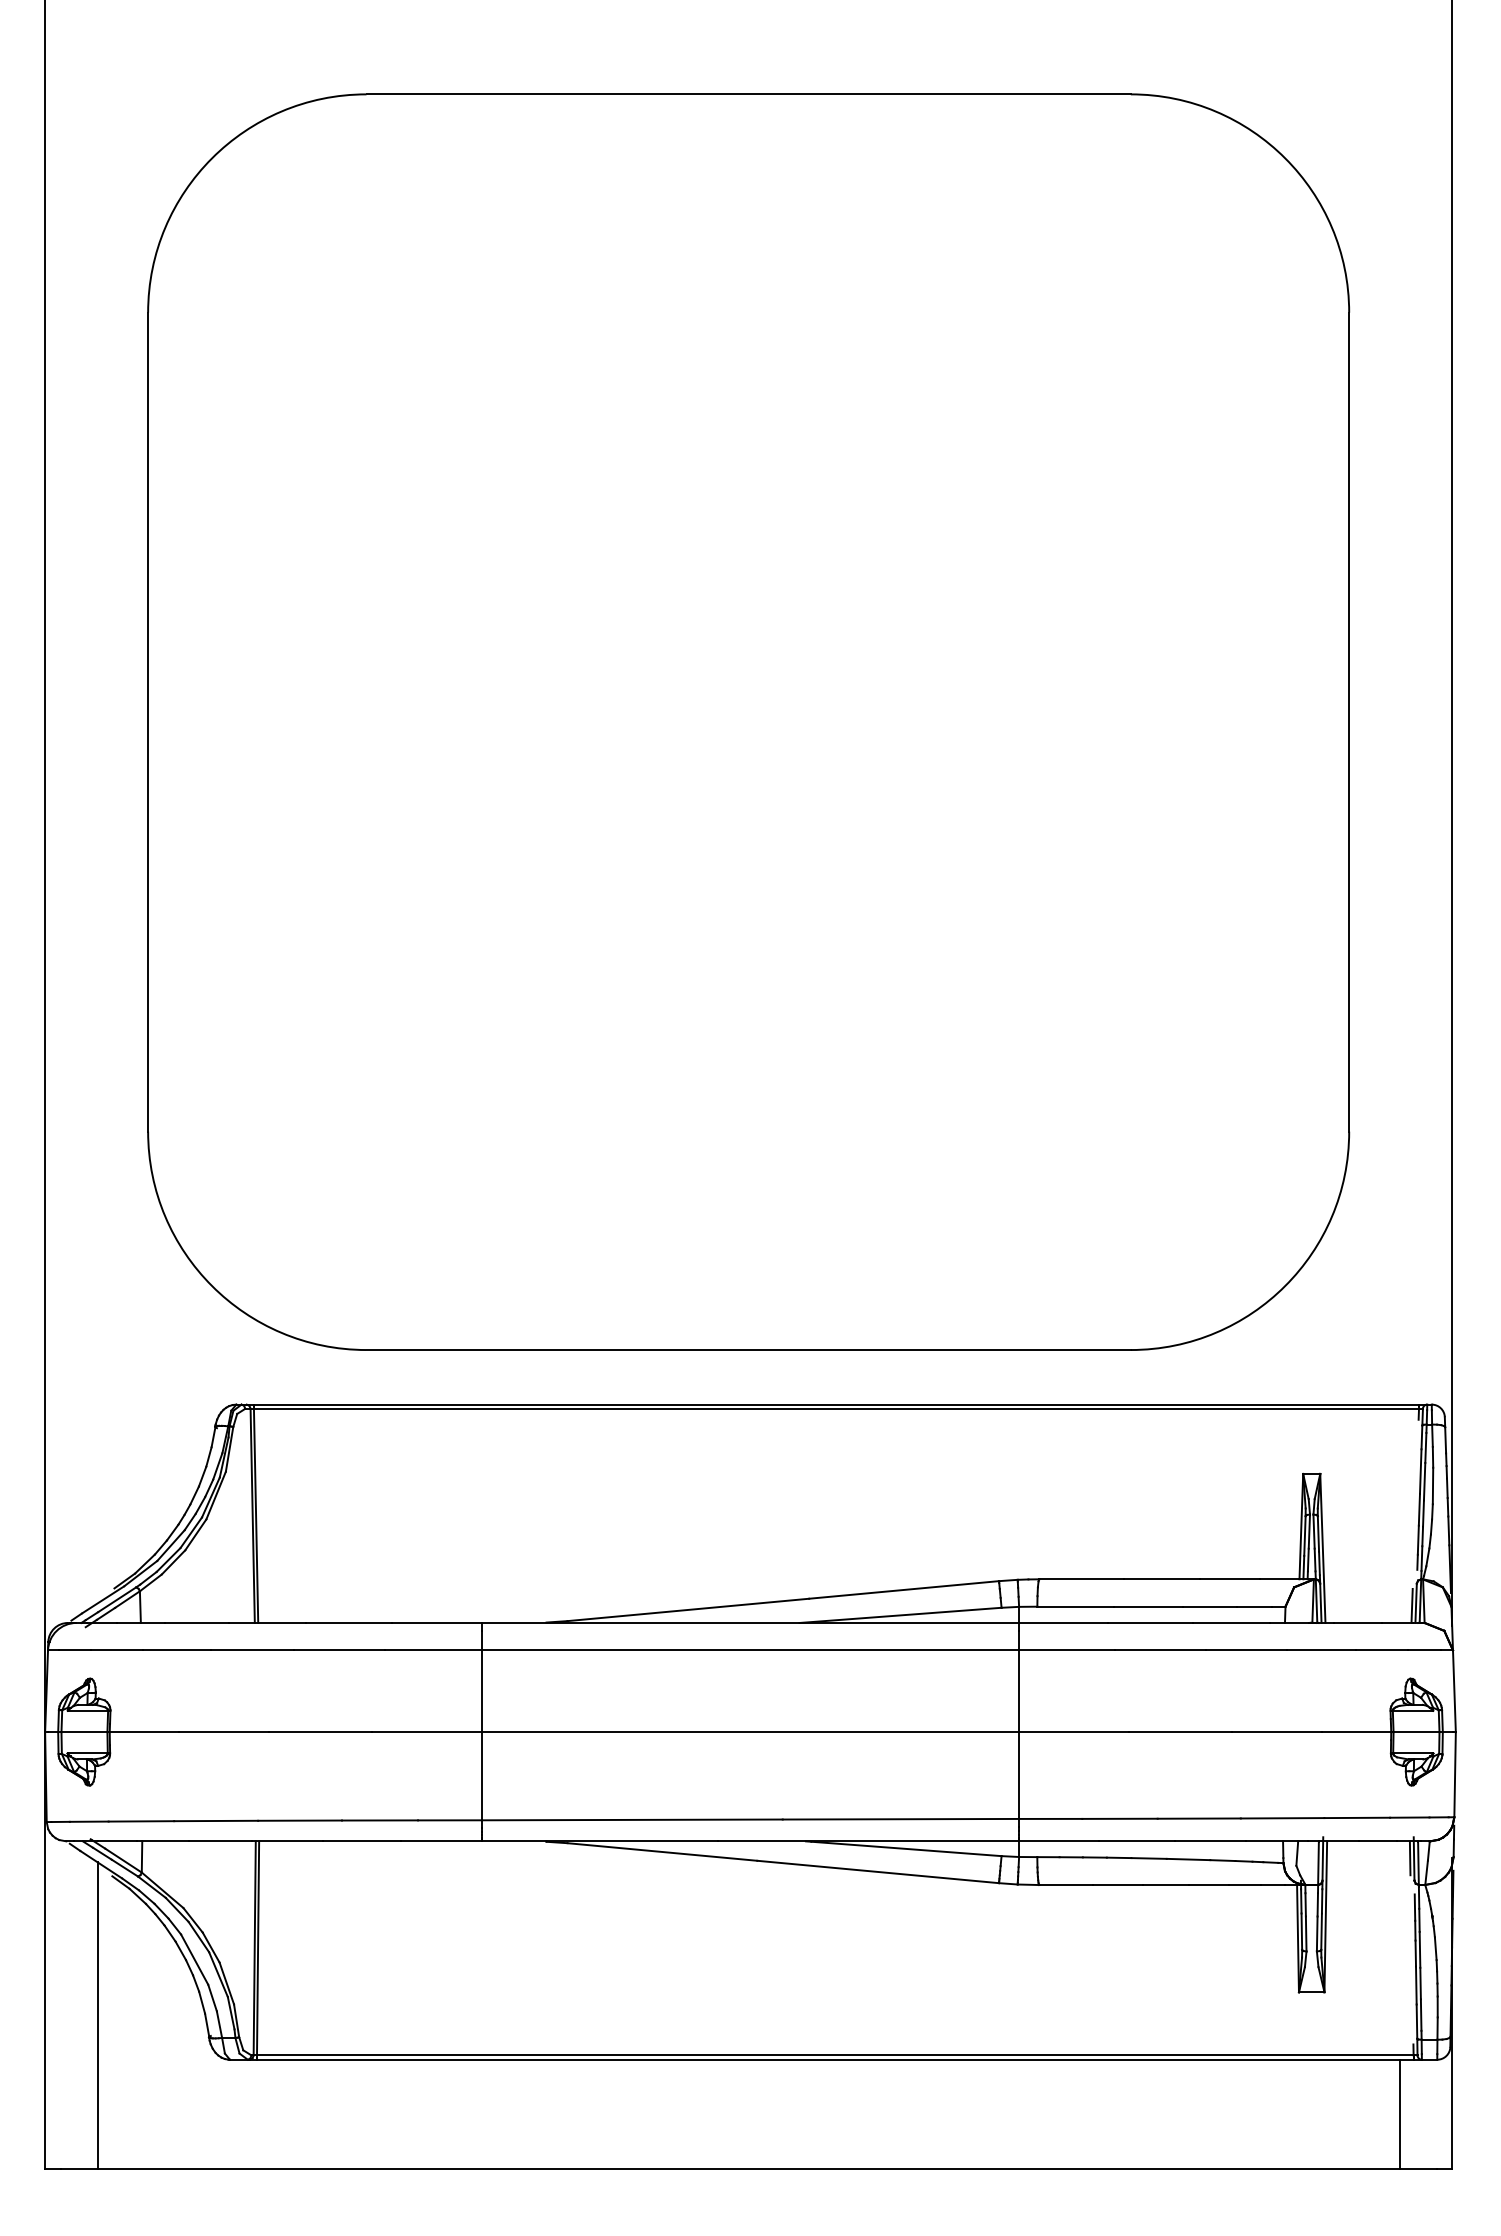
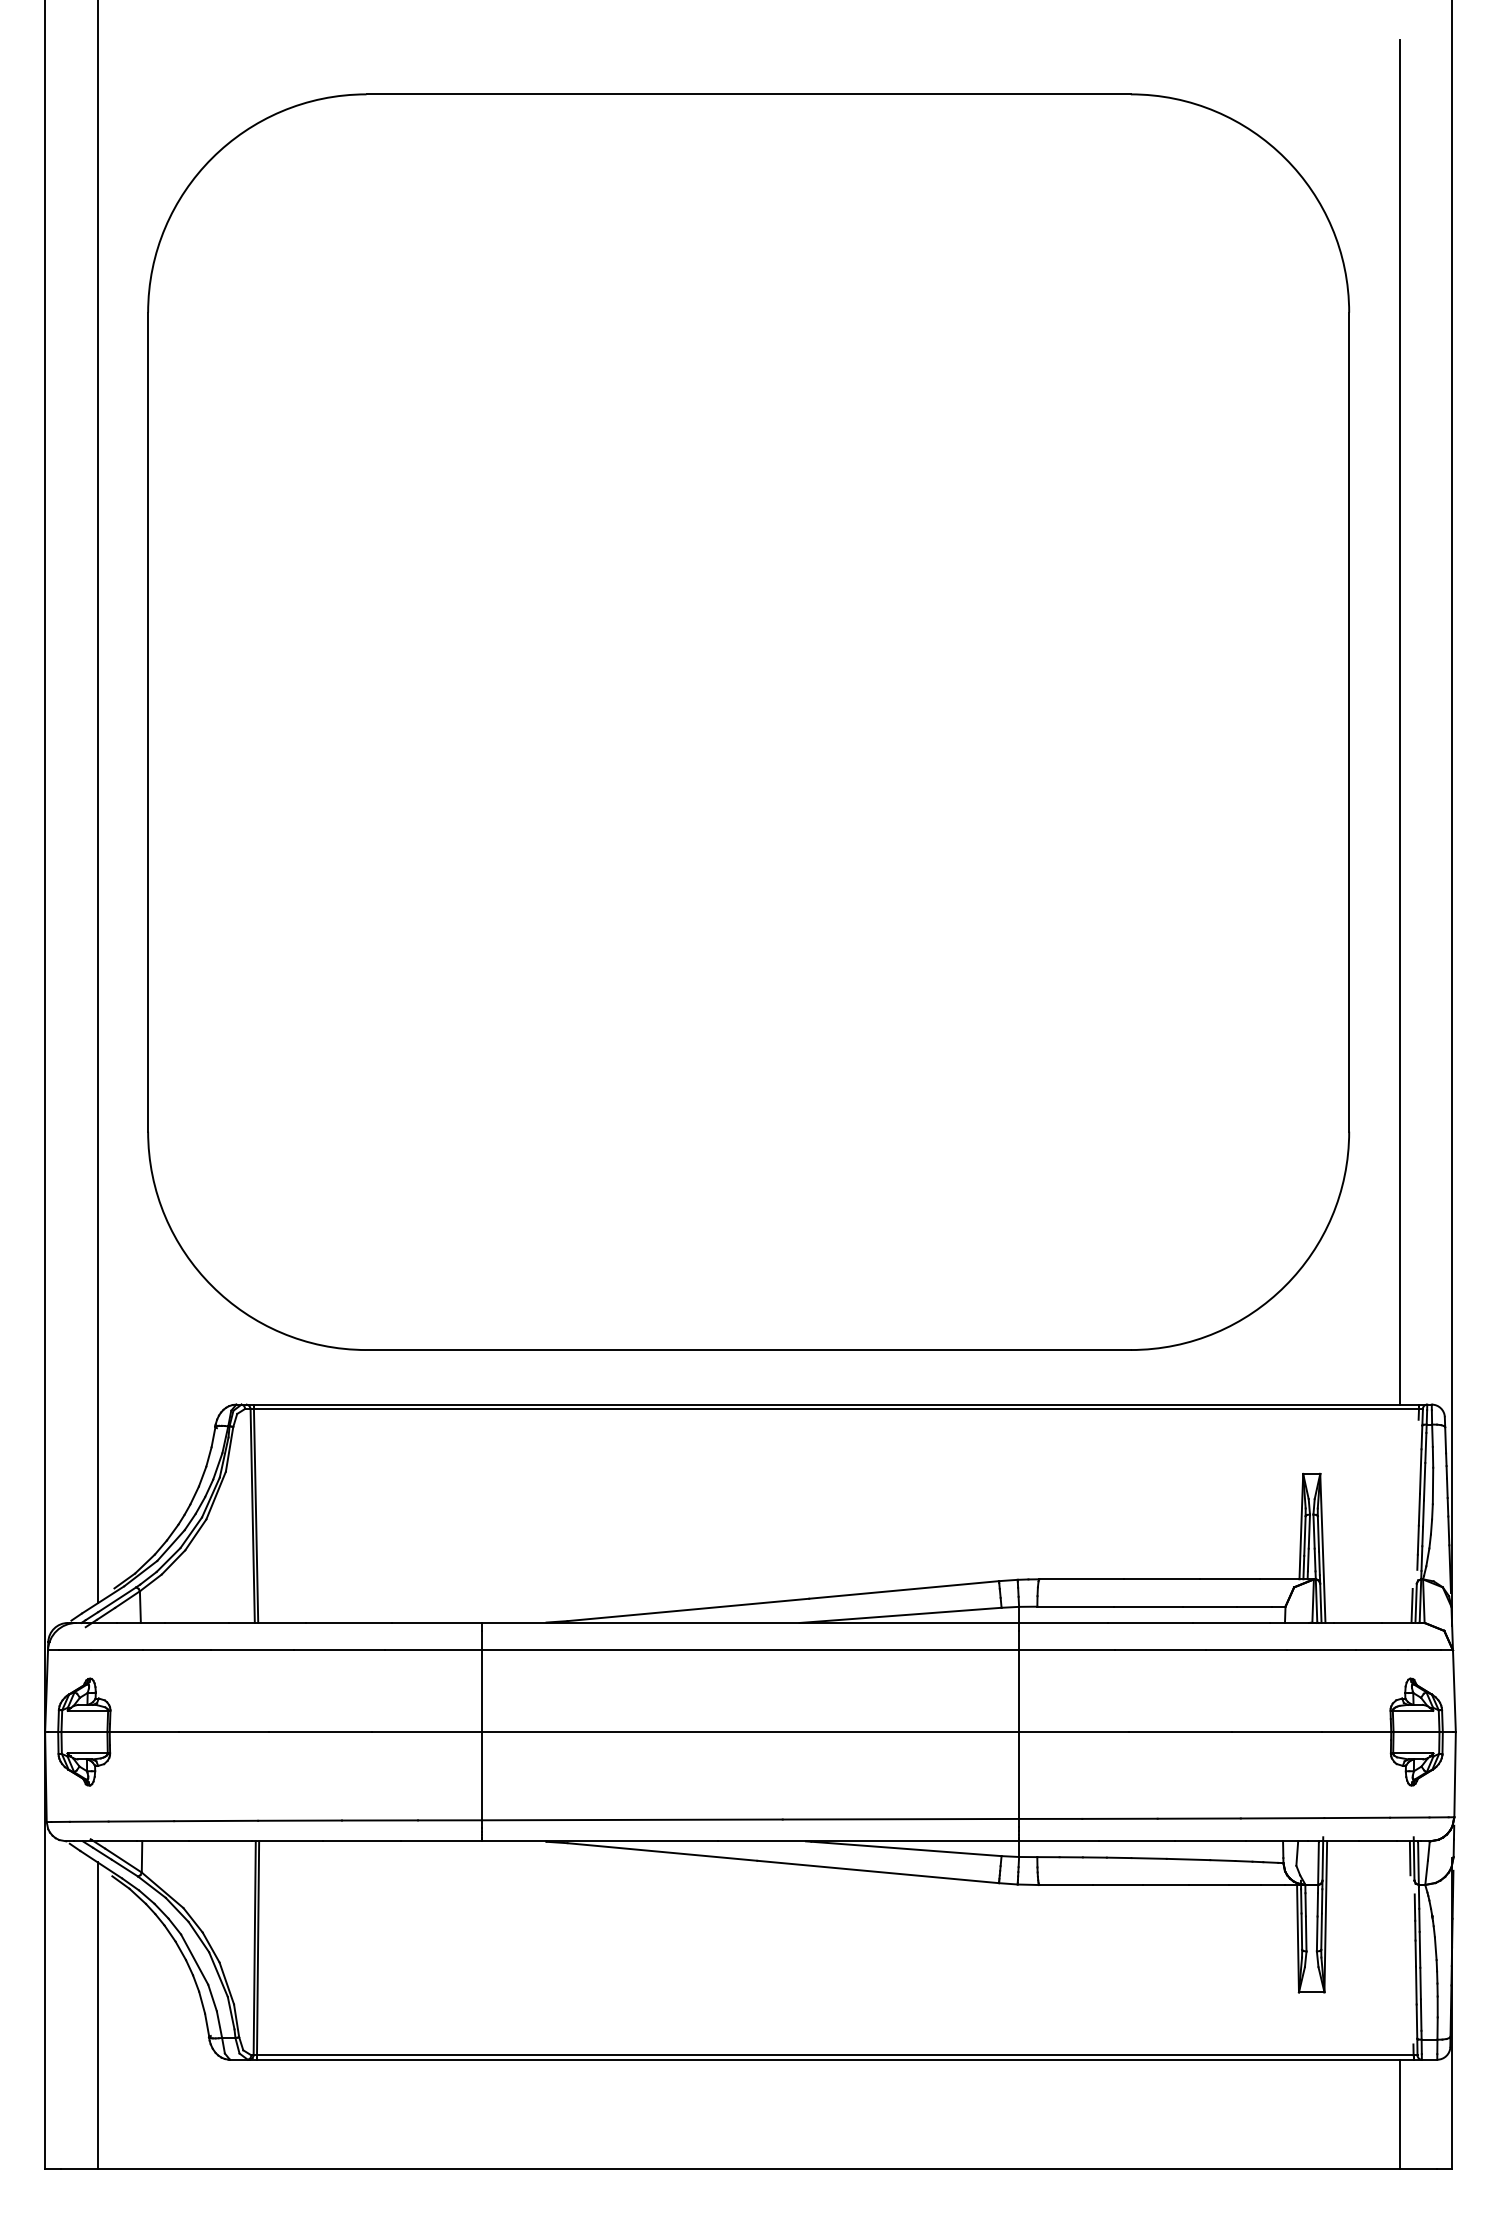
line at (1399, 721): none -> present
line at (97, 802): none -> present
